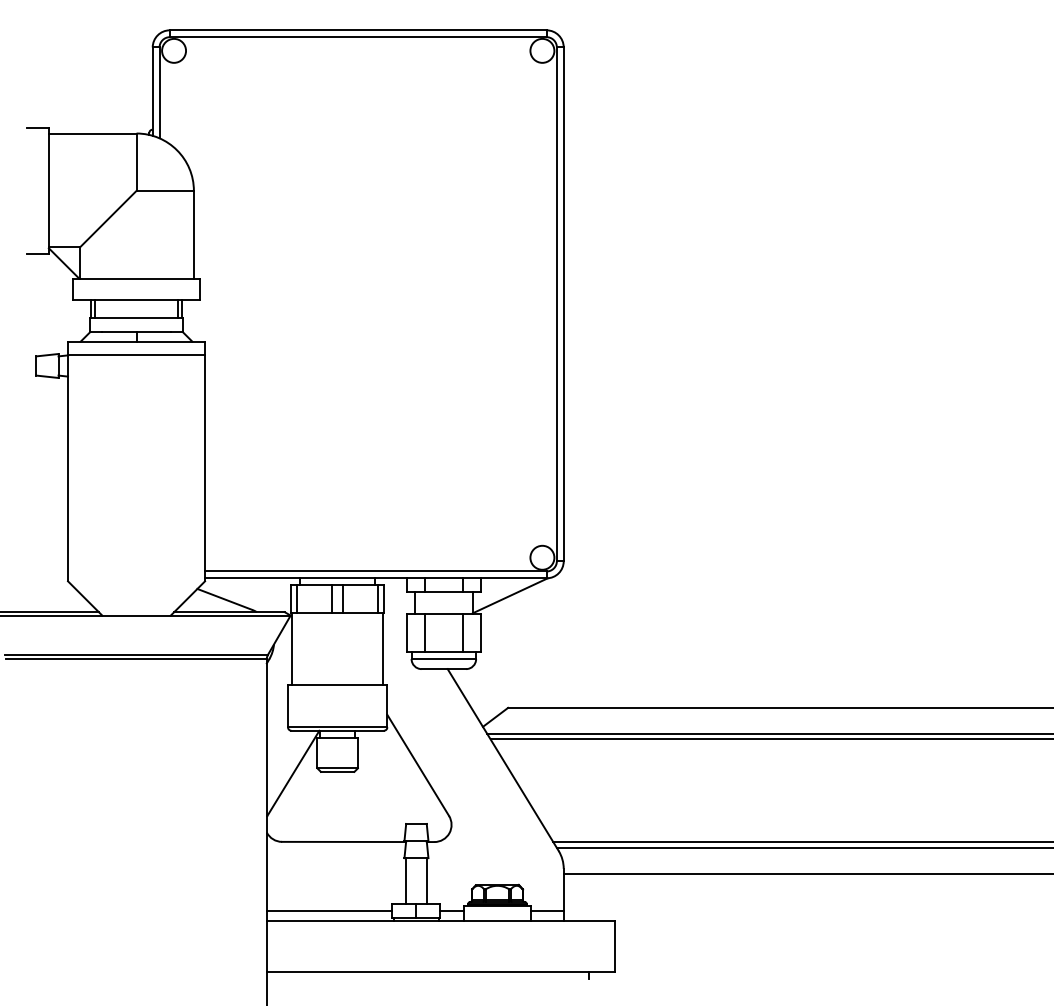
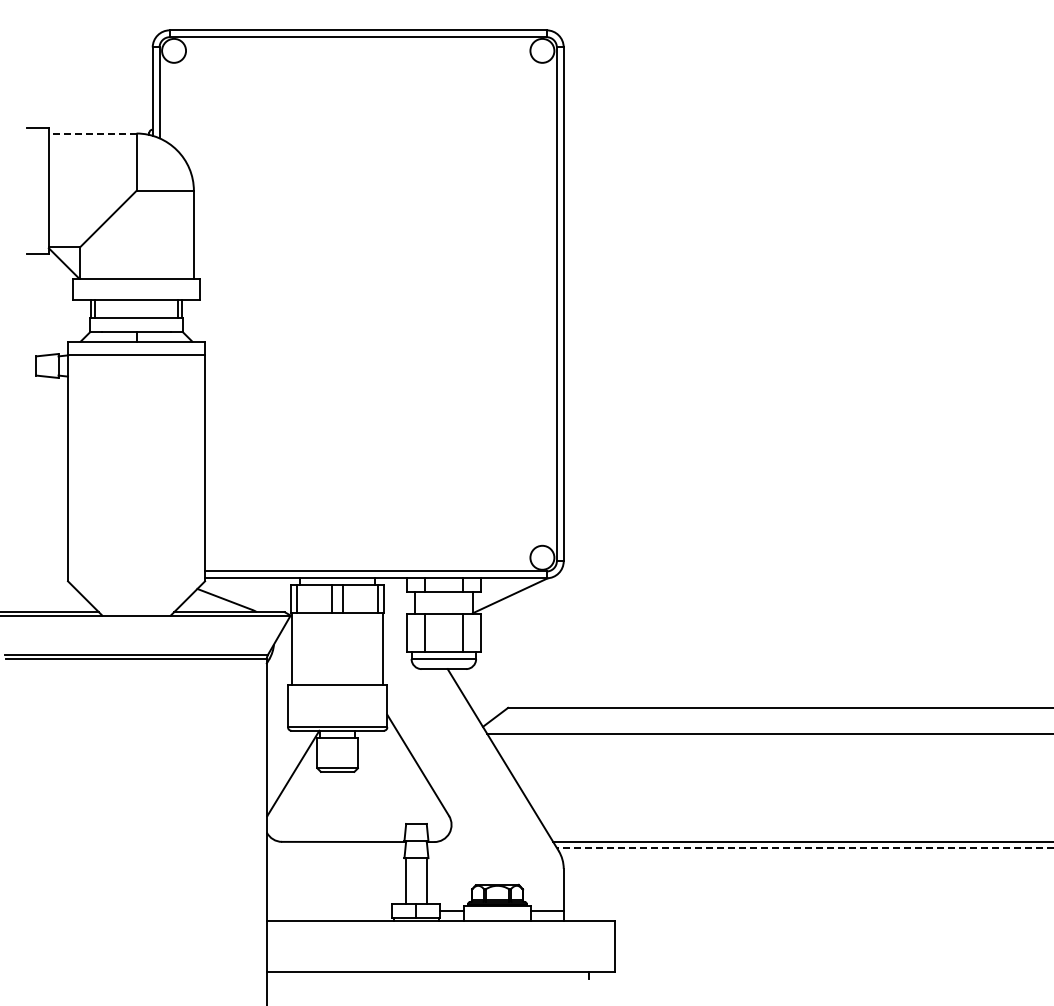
line at (92, 133): solid -> dashed
line at (770, 739): present -> none
line at (804, 847): solid -> dashed
line at (806, 873): present -> none
line at (329, 910): present -> none
